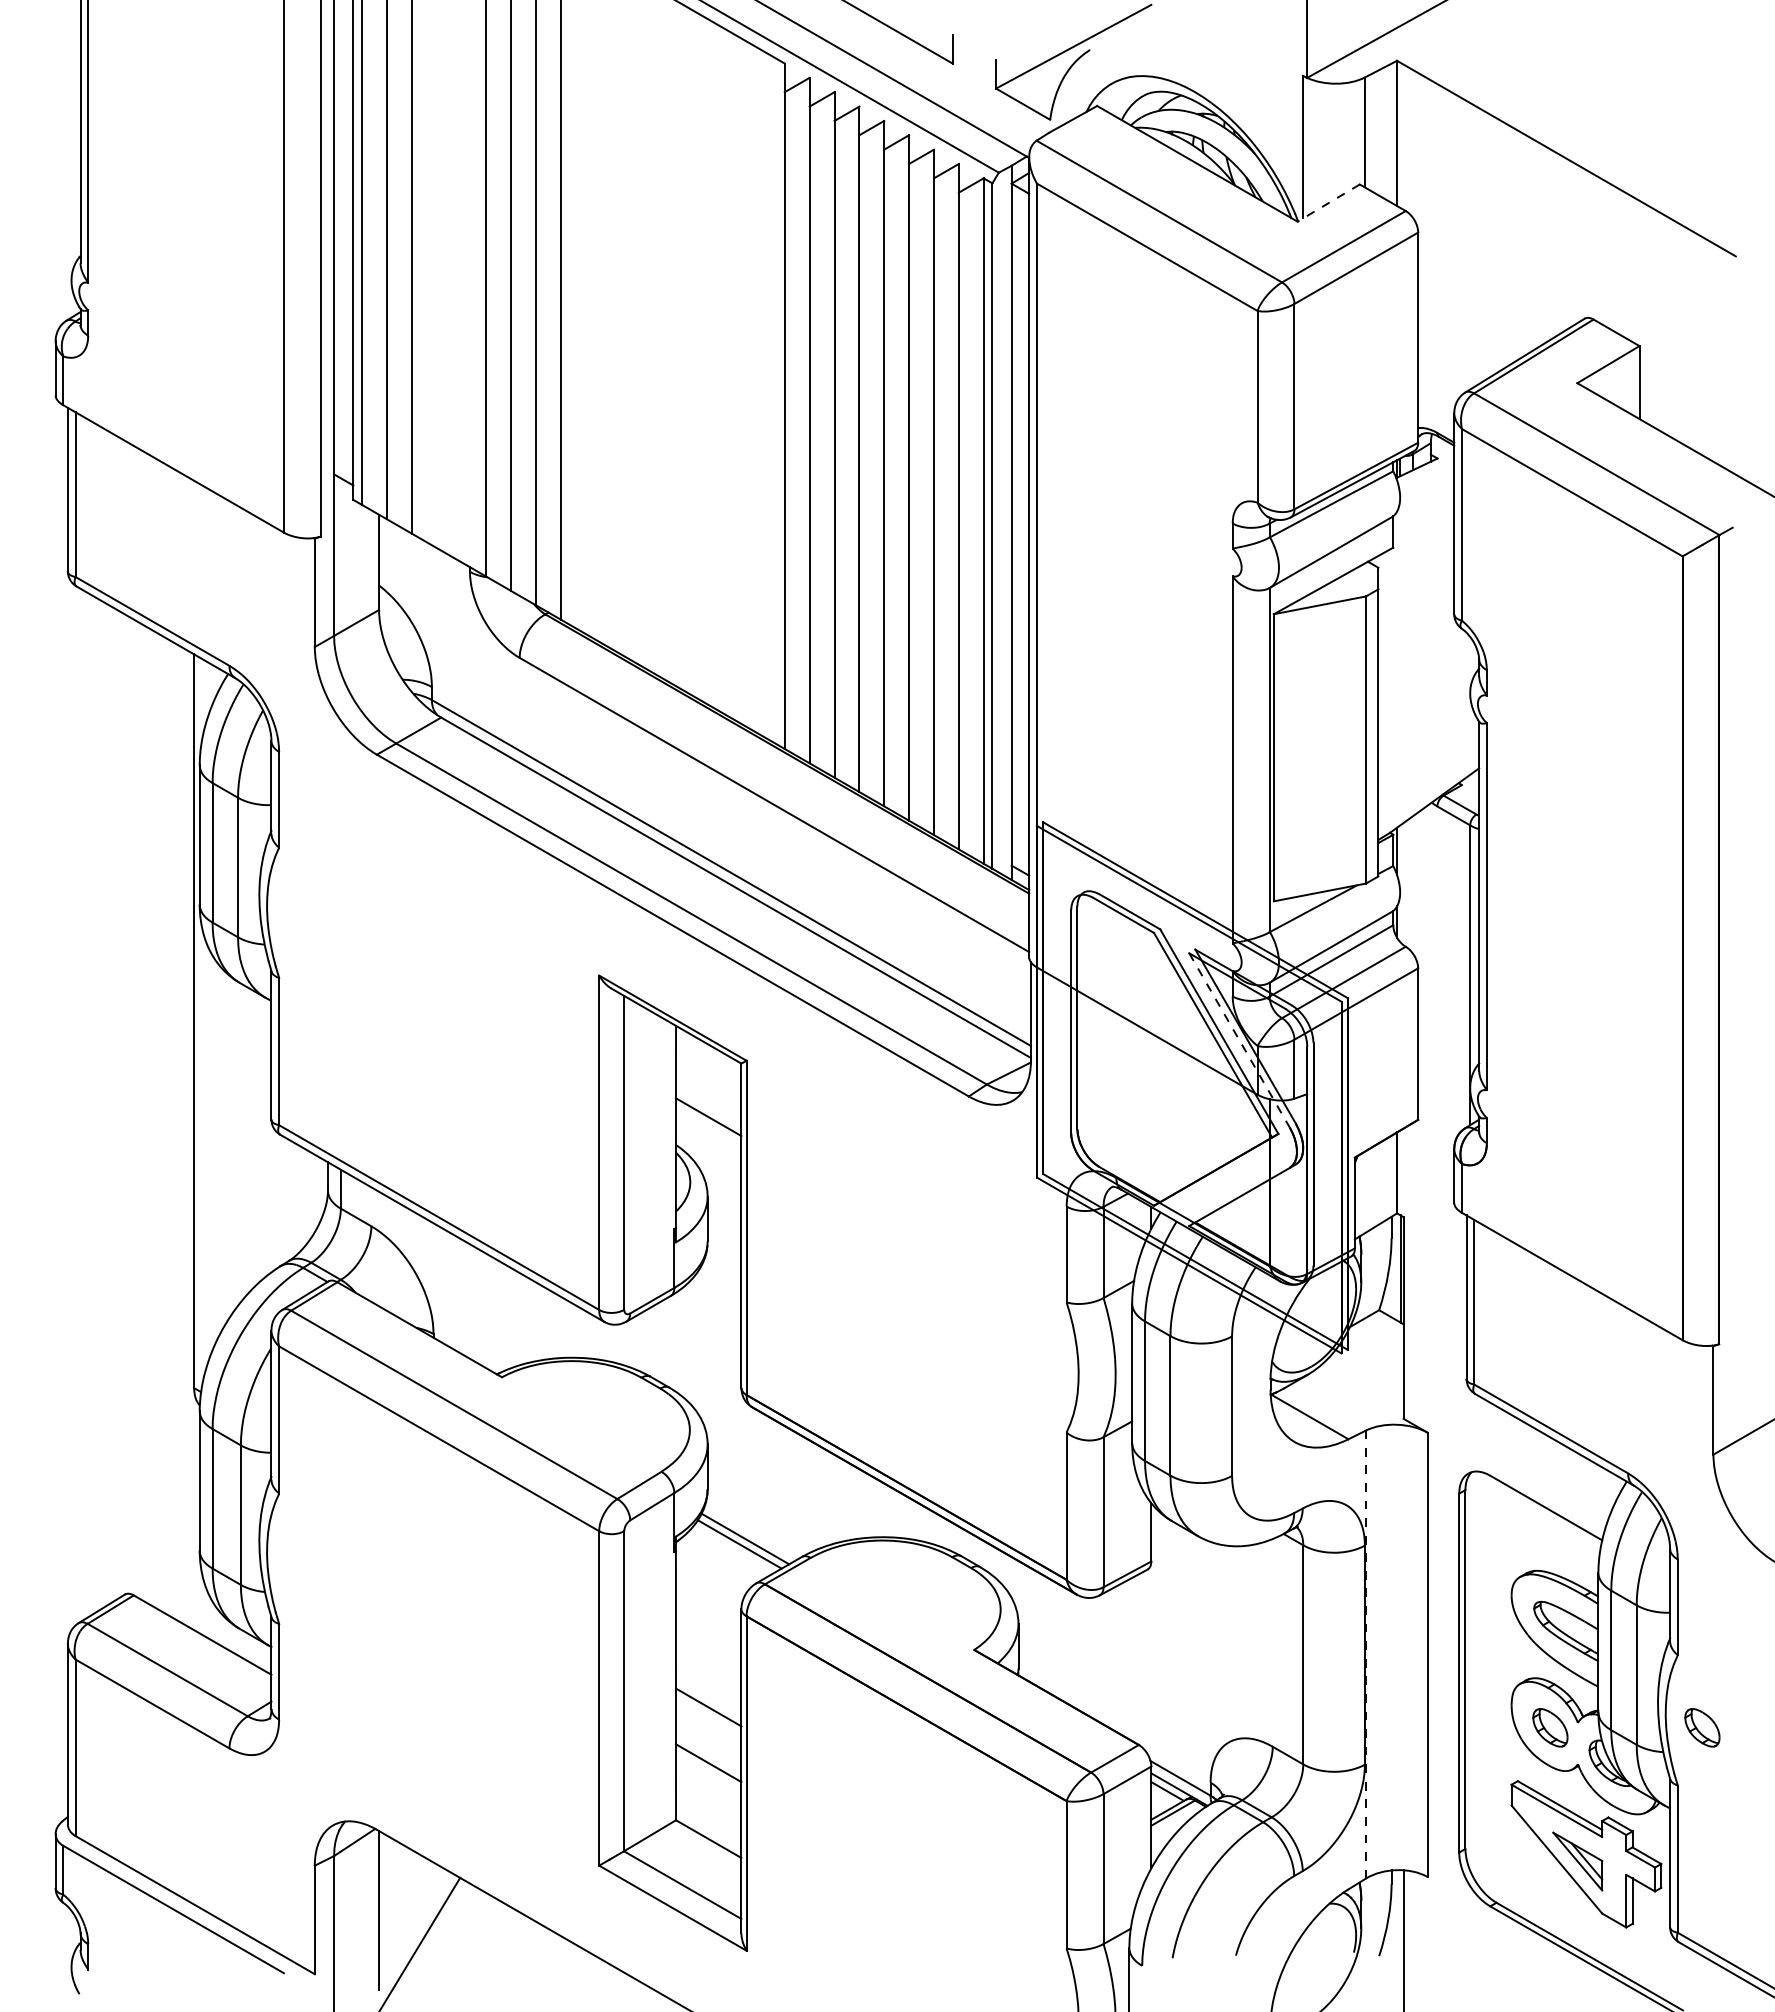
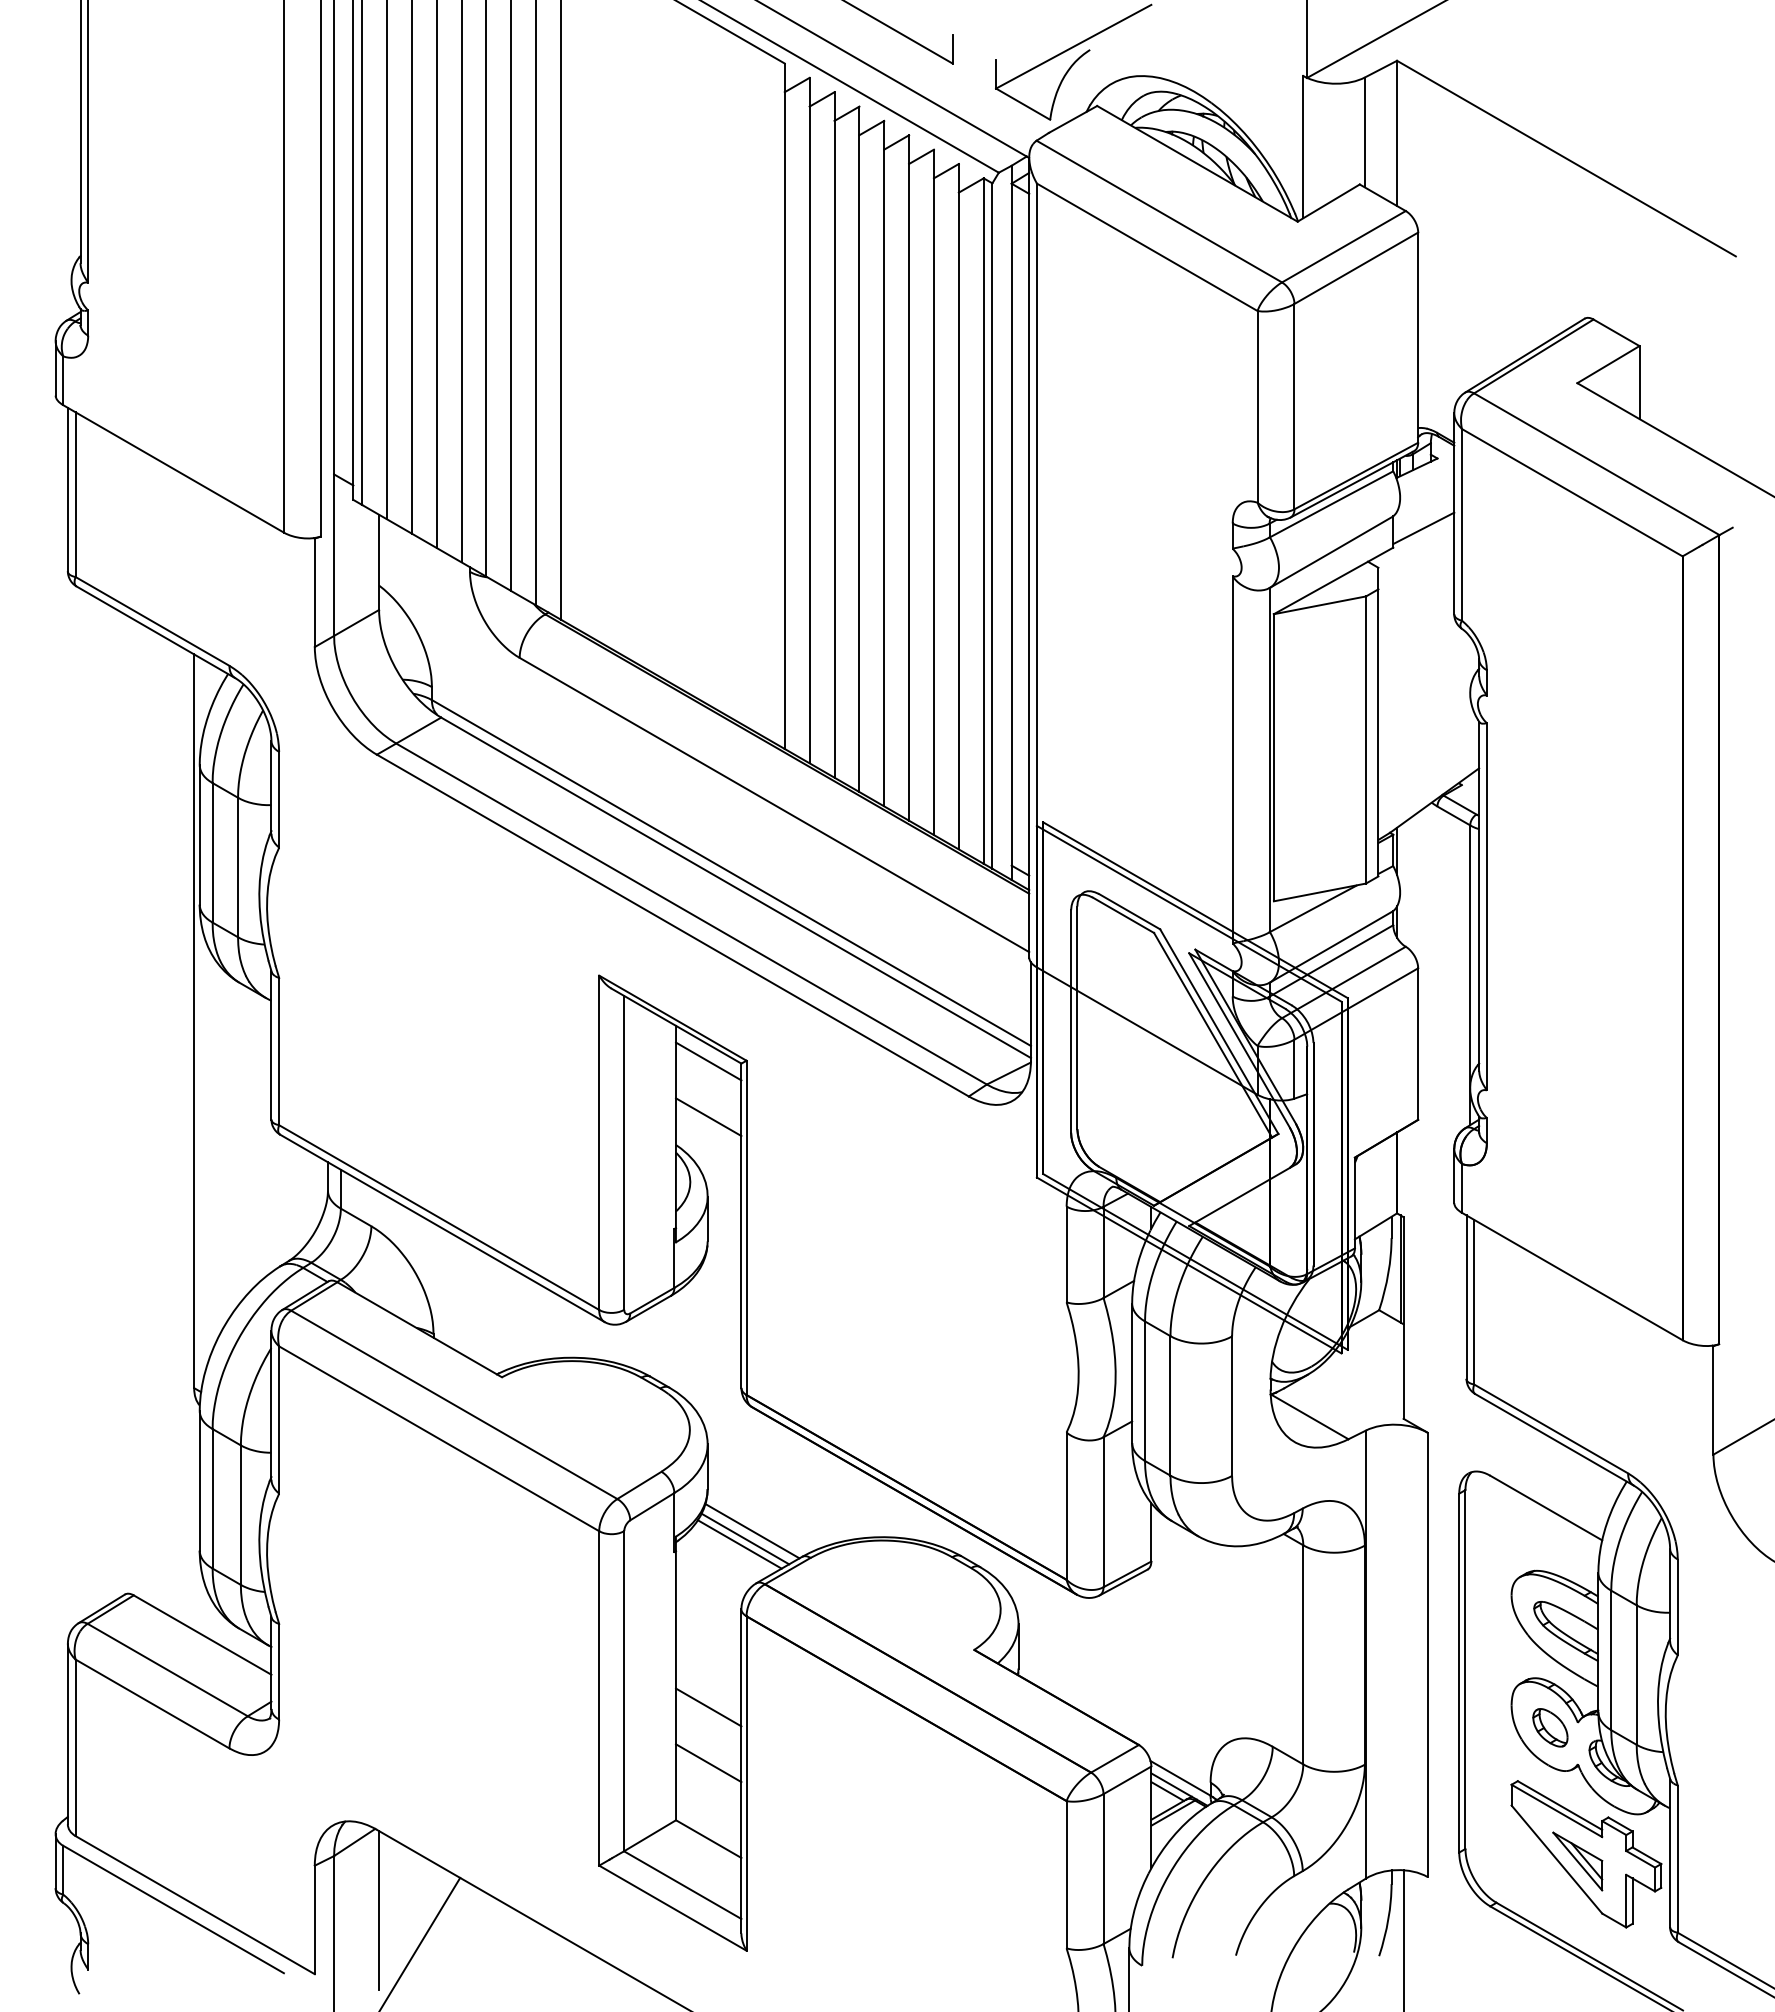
line at (1328, 203): dashed -> solid
line at (436, 275): none -> present
line at (461, 282): none -> present
line at (1423, 528): none -> present
line at (1239, 1040): dashed -> solid
line at (708, 1061): none -> present
line at (752, 1531): none -> present
line at (1366, 1654): dashed -> solid
part at (1702, 1727): present -> none
